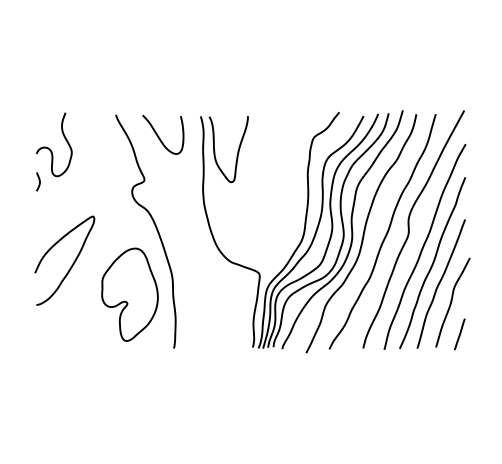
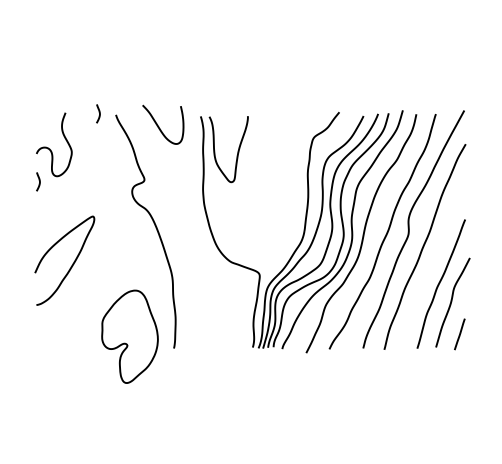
curve at (98, 112): none -> present
curve at (159, 136) position: (159, 136) -> (159, 126)
curve at (432, 262): present -> none
part at (129, 294) position: (129, 294) -> (129, 336)
